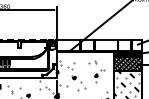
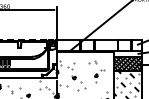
hatch at (127, 48): present -> none
